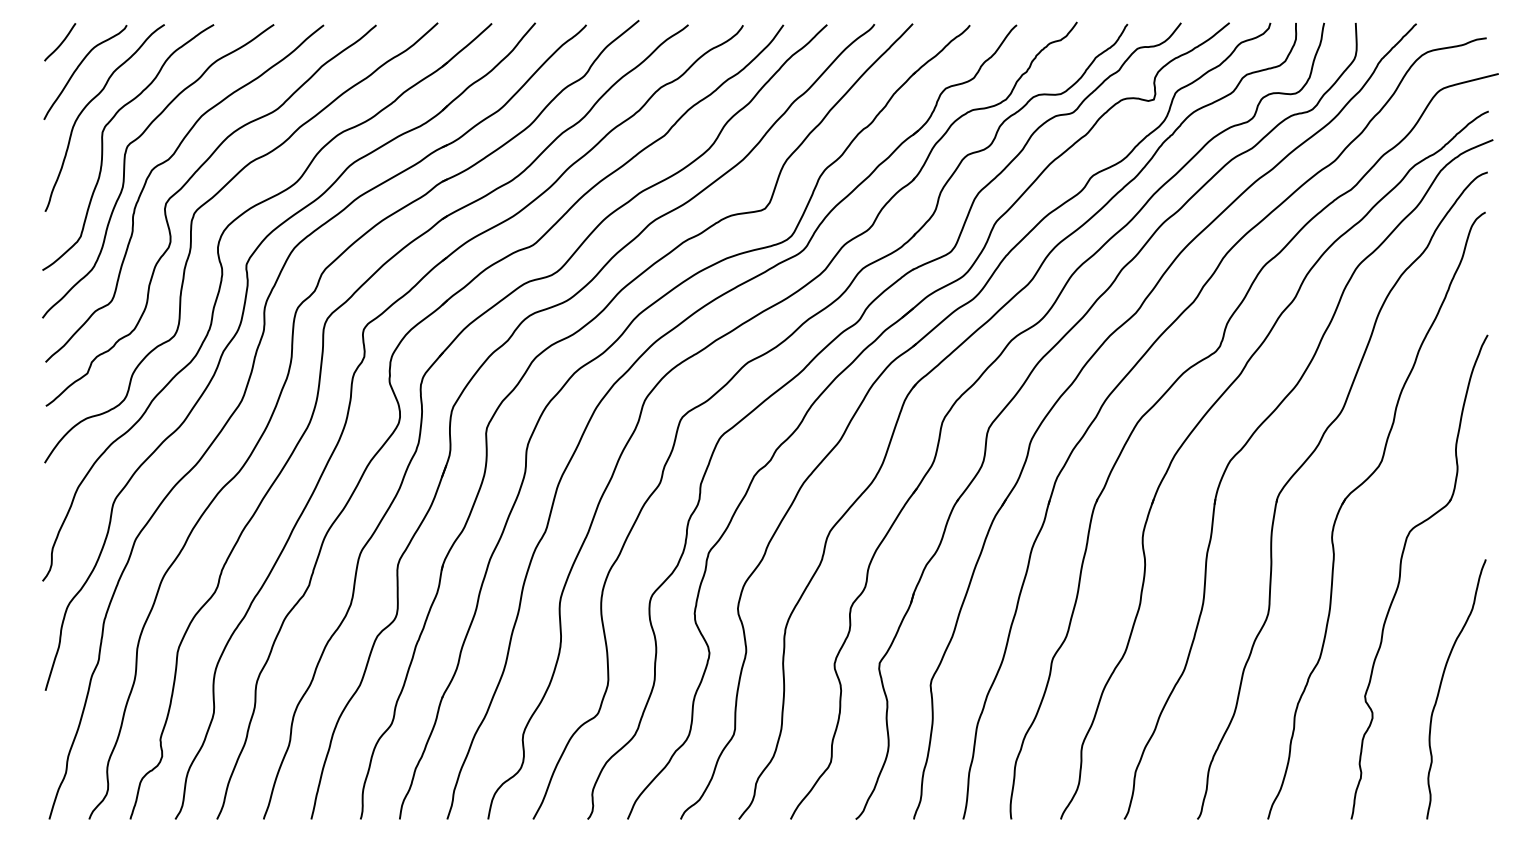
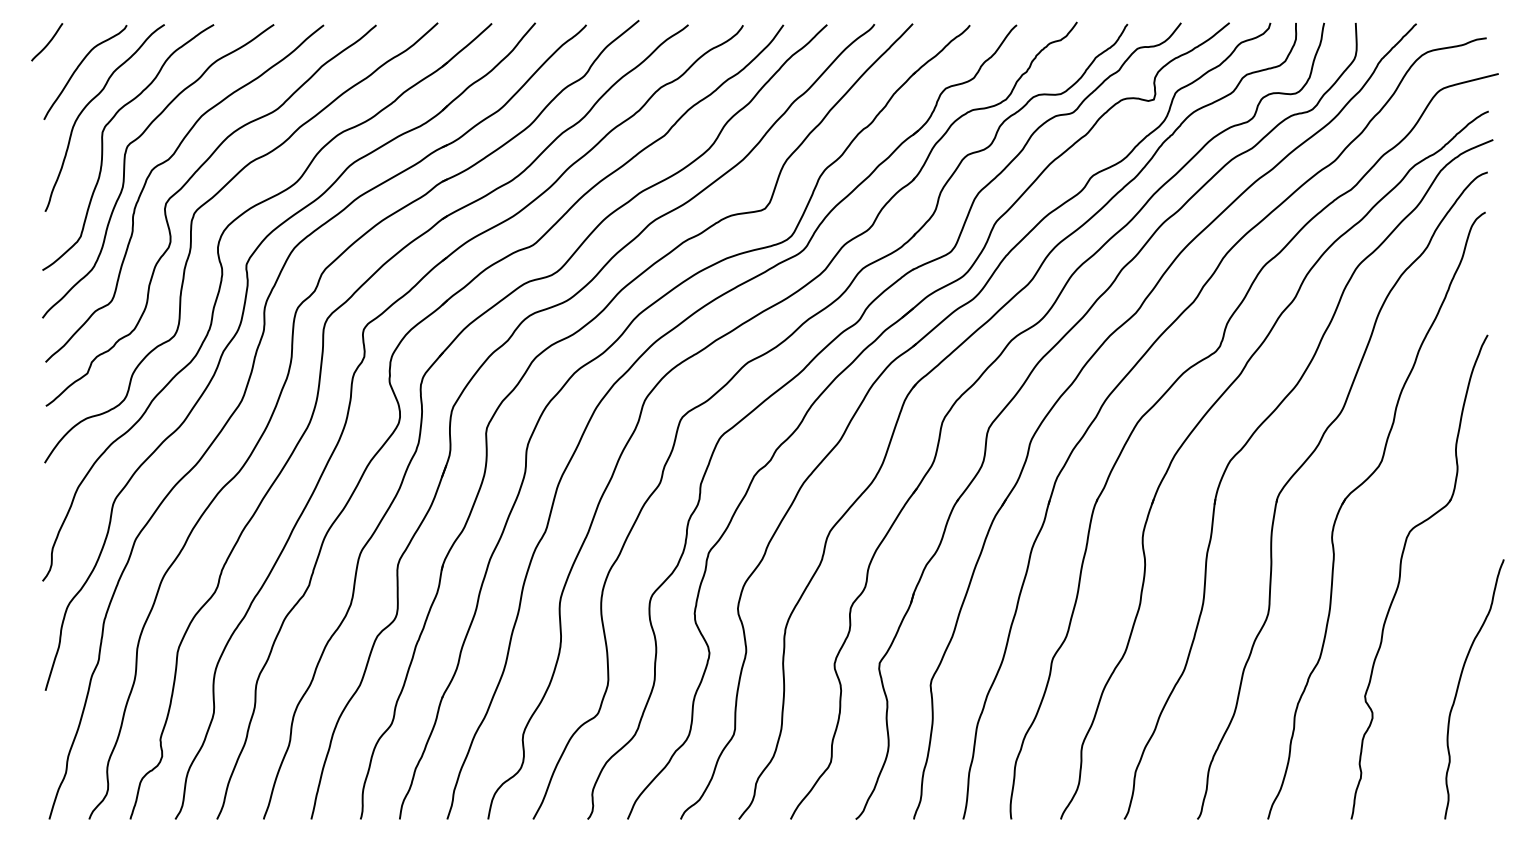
curve at (61, 42) position: (61, 42) -> (48, 42)
curve at (1441, 685) position: (1441, 685) -> (1459, 685)
